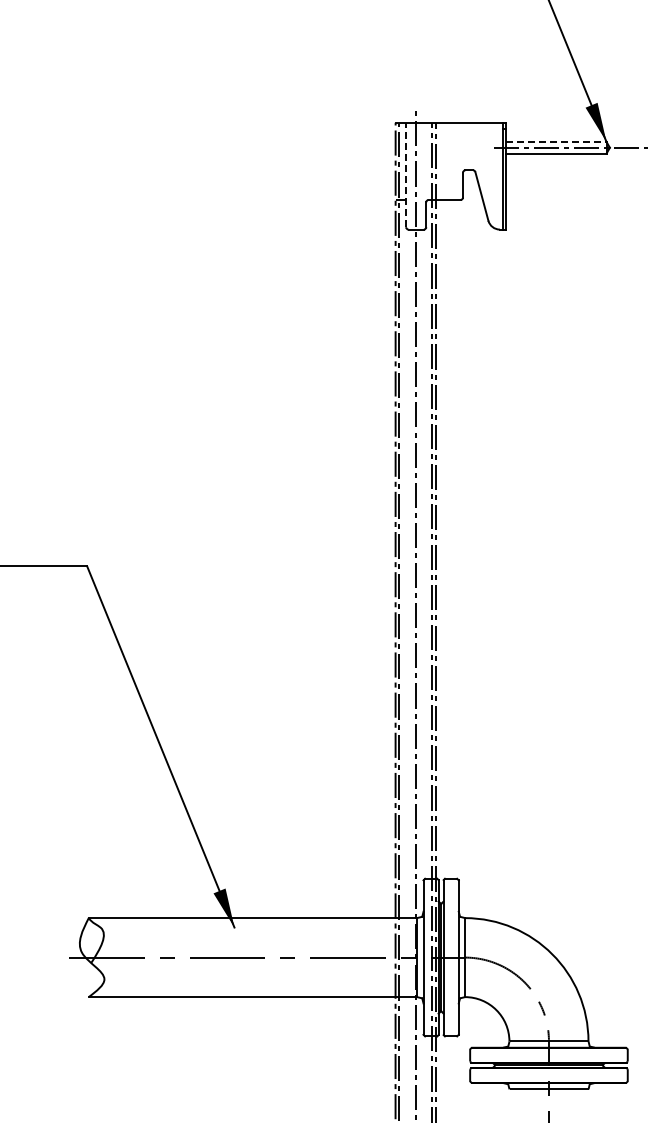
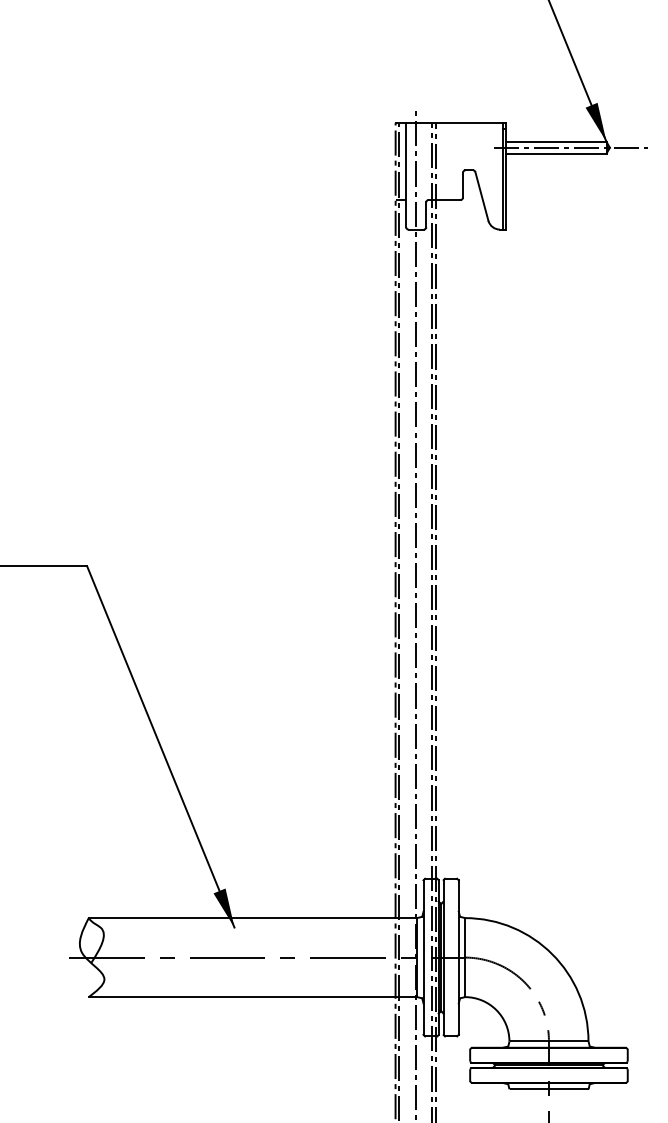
line at (556, 141): dashed -> solid
line at (406, 174): dashed -> solid
